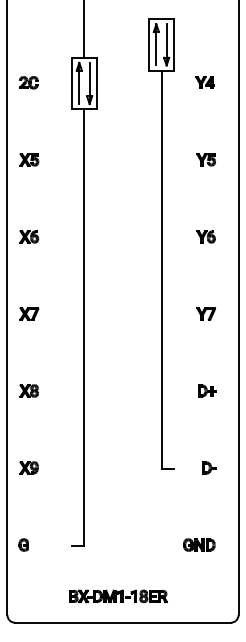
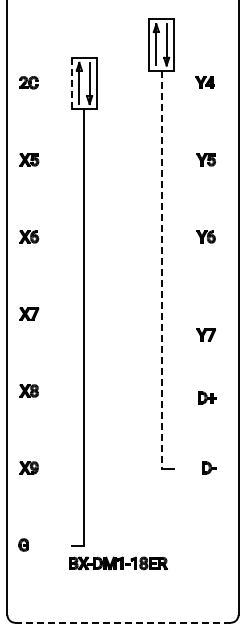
line at (84, 29): present -> none
line at (71, 83): solid -> dashed
line at (161, 270): solid -> dashed
part at (206, 313) position: (206, 313) -> (206, 334)
part at (207, 390) position: (207, 390) -> (207, 397)
part at (199, 544): present -> none
part at (118, 596) position: (118, 596) -> (118, 563)
line at (122, 622): solid -> dashed
